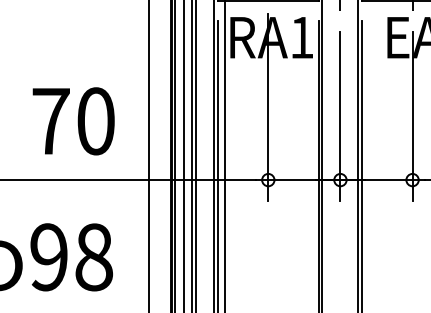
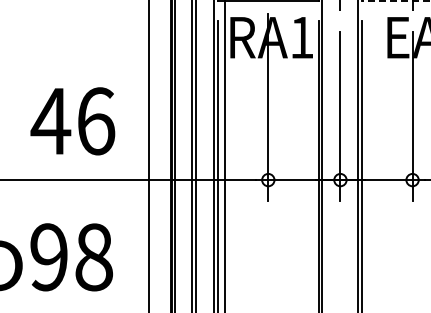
line at (395, 0): solid -> dashed
text at (72, 121): 70 -> 46
line at (183, 155): present -> none
